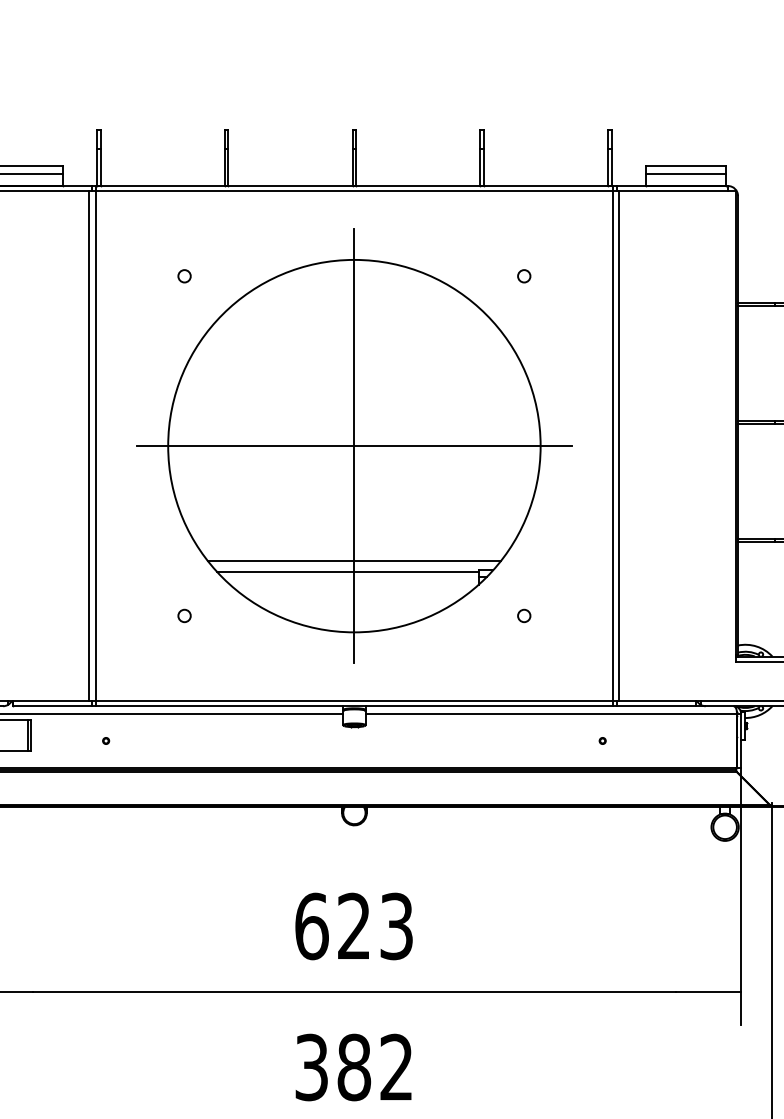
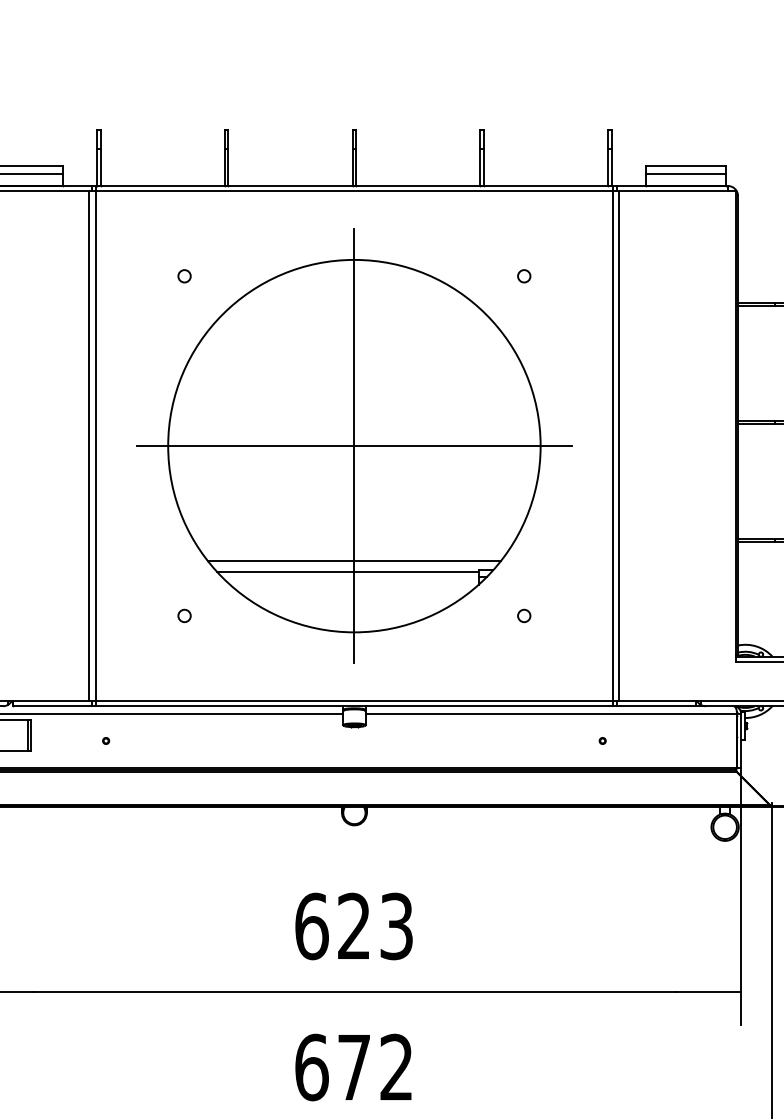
text at (333, 1067): 382 -> 672
